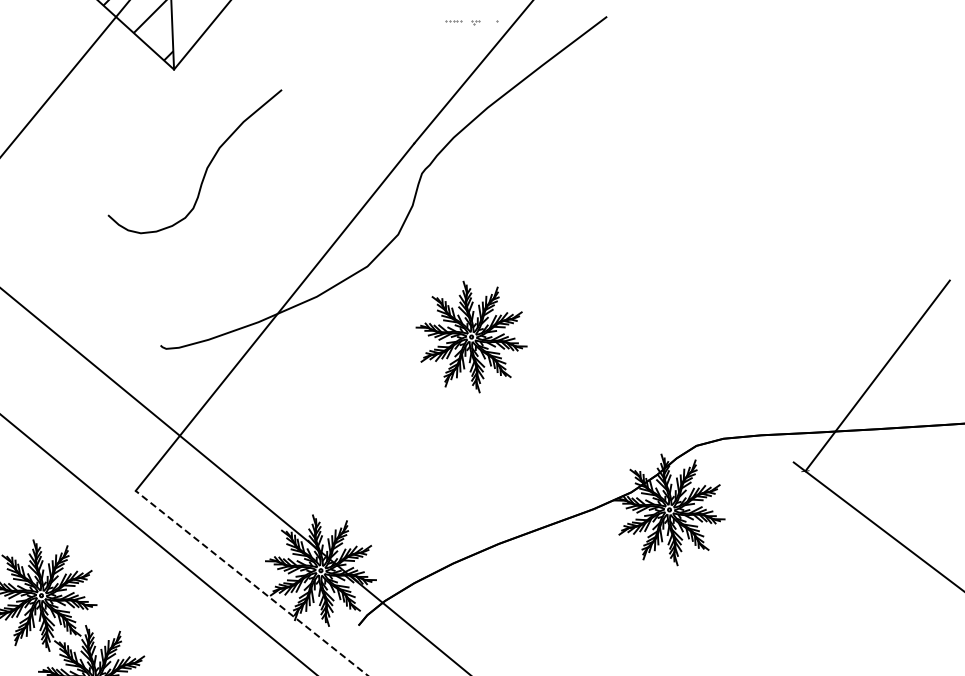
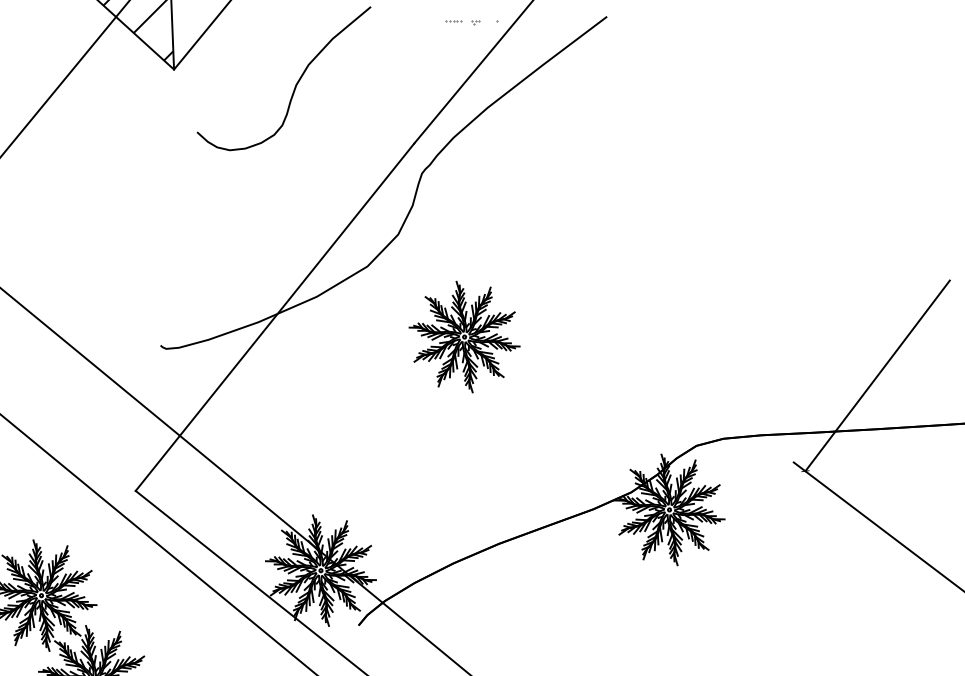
curve at (206, 167) position: (206, 167) -> (295, 84)
part at (471, 336) position: (471, 336) -> (464, 336)
line at (251, 583): dashed -> solid
